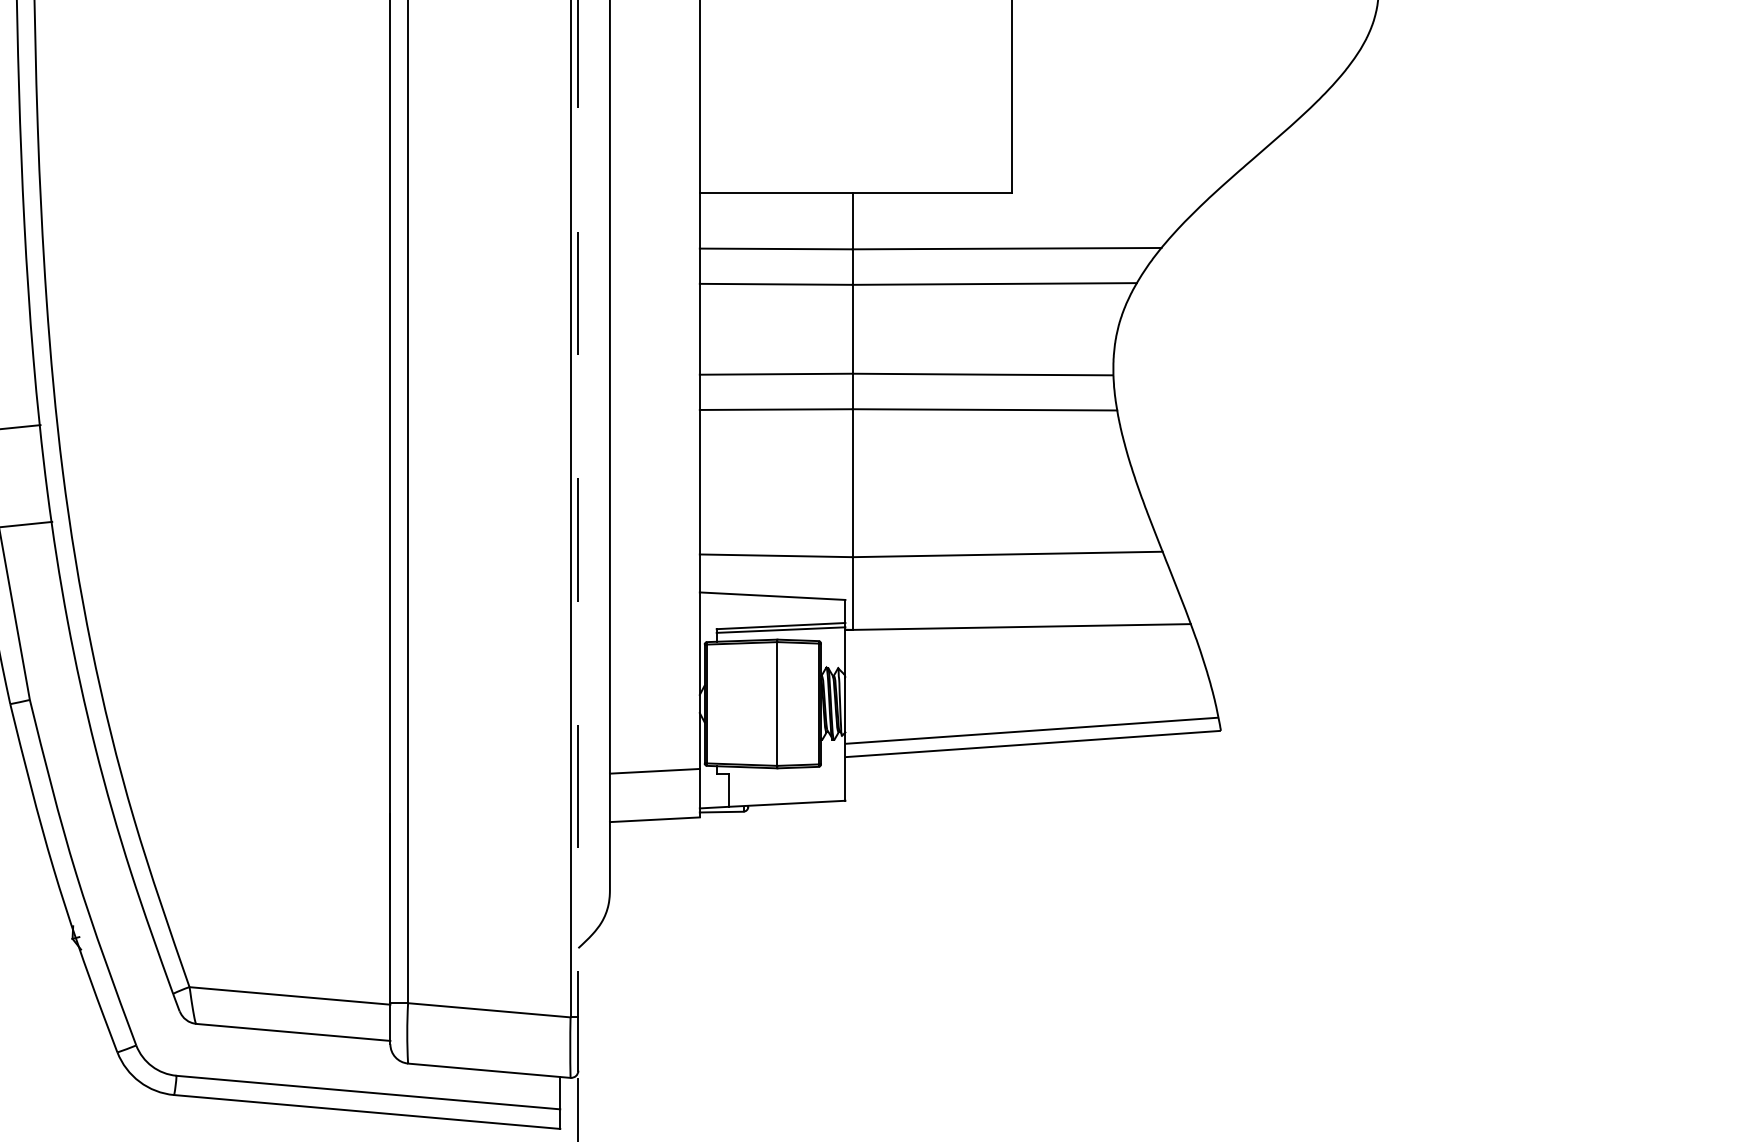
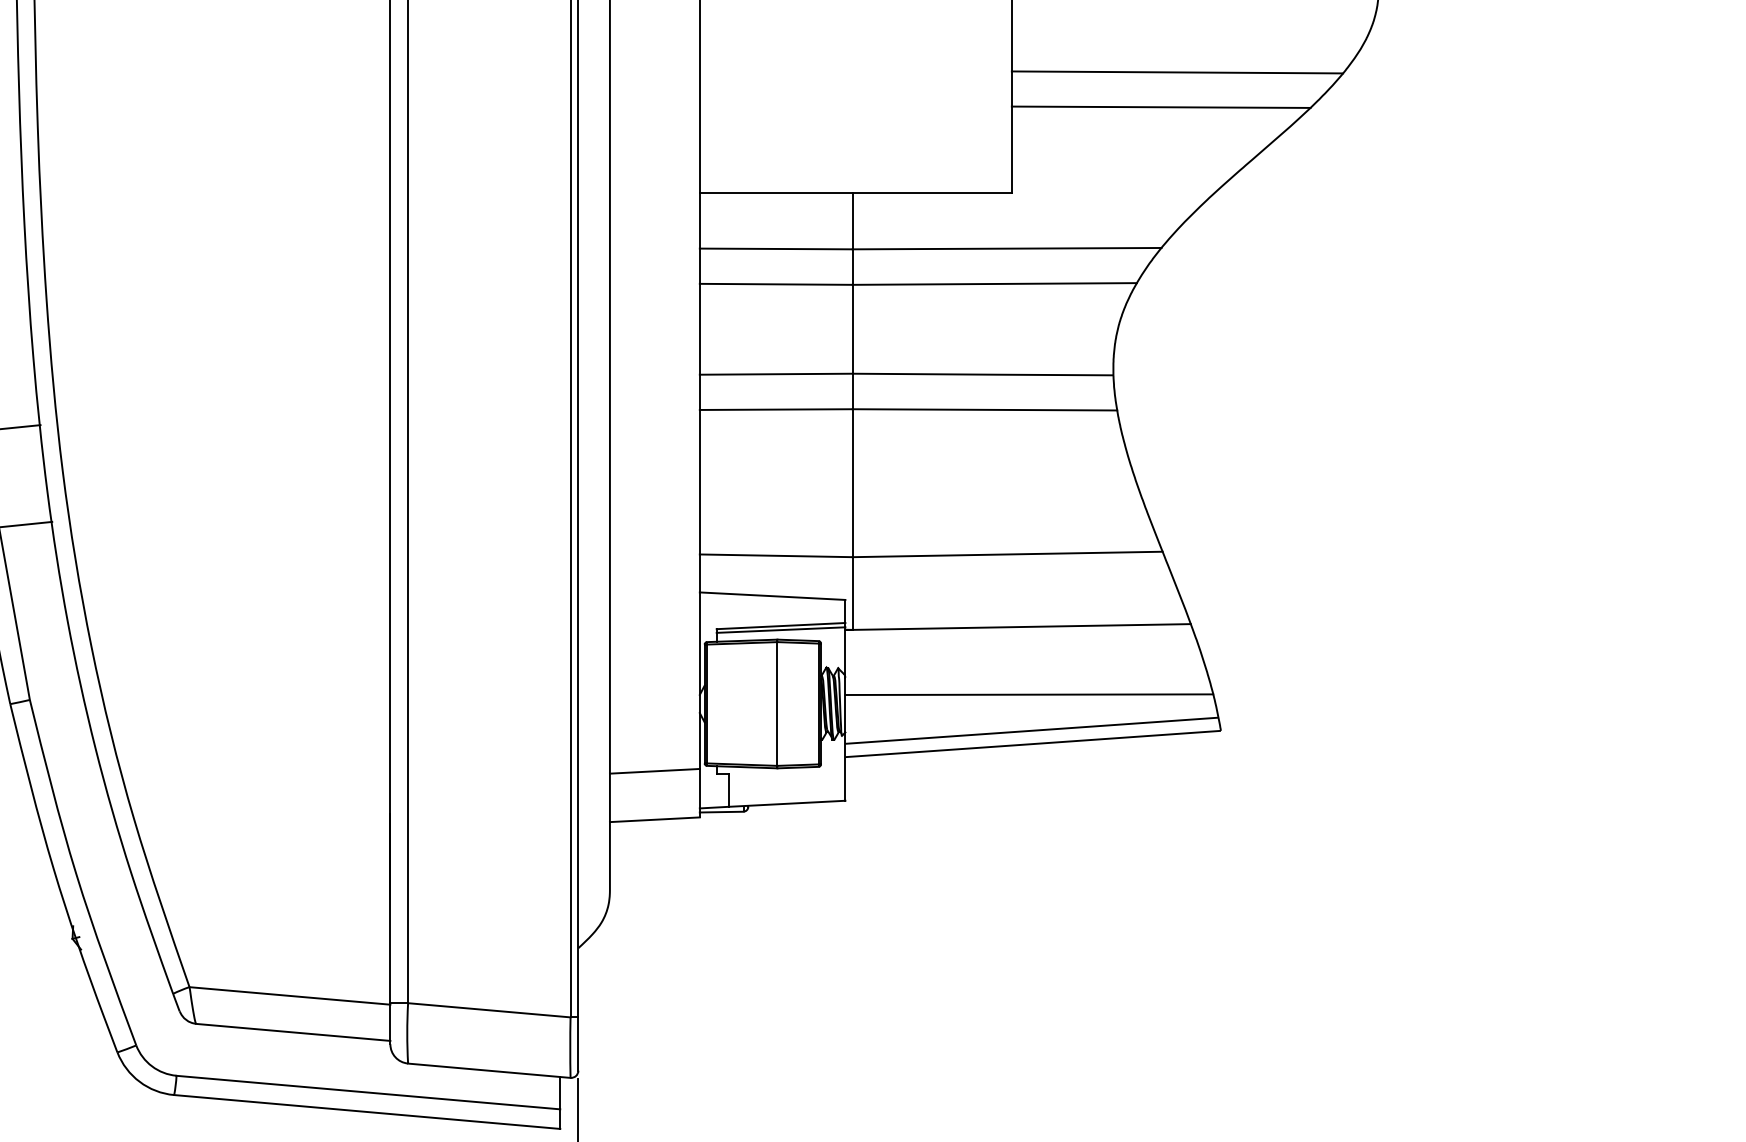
line at (1177, 72): none -> present
line at (1160, 106): none -> present
line at (578, 509): dashed -> solid
line at (1029, 694): none -> present
